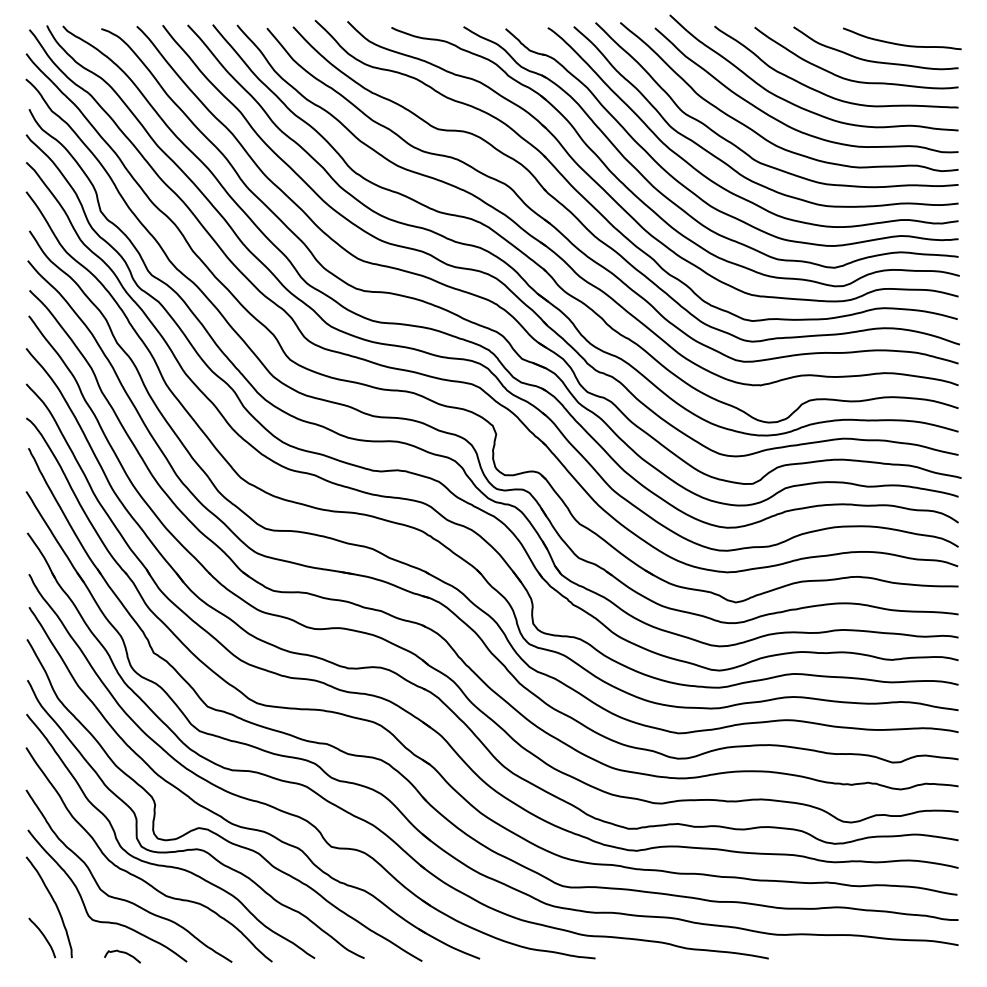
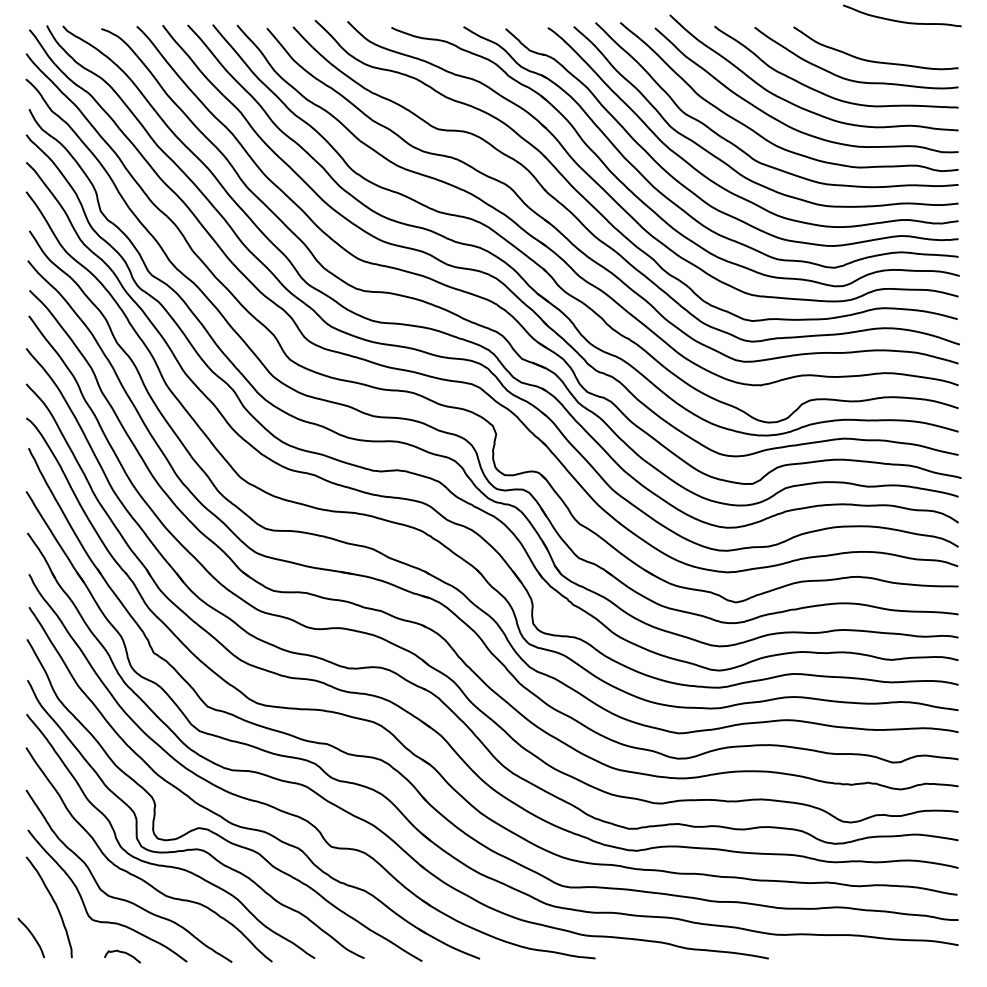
curve at (900, 43) position: (900, 43) -> (900, 20)
curve at (43, 936) position: (43, 936) -> (32, 936)
